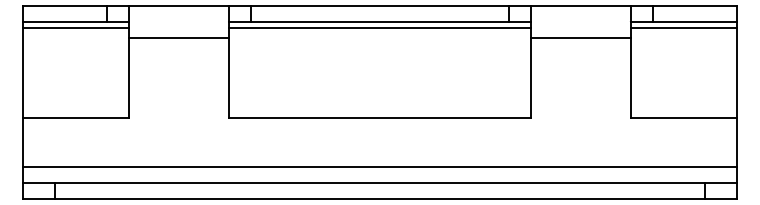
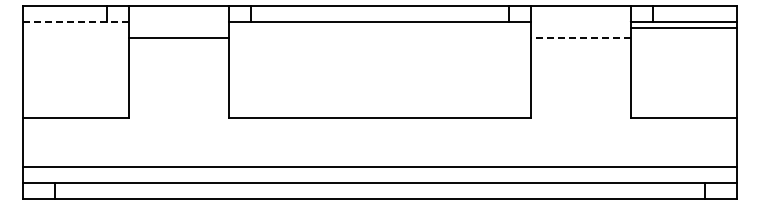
line at (75, 21): solid -> dashed
line at (75, 28): present -> none
line at (379, 28): present -> none
line at (580, 37): solid -> dashed
